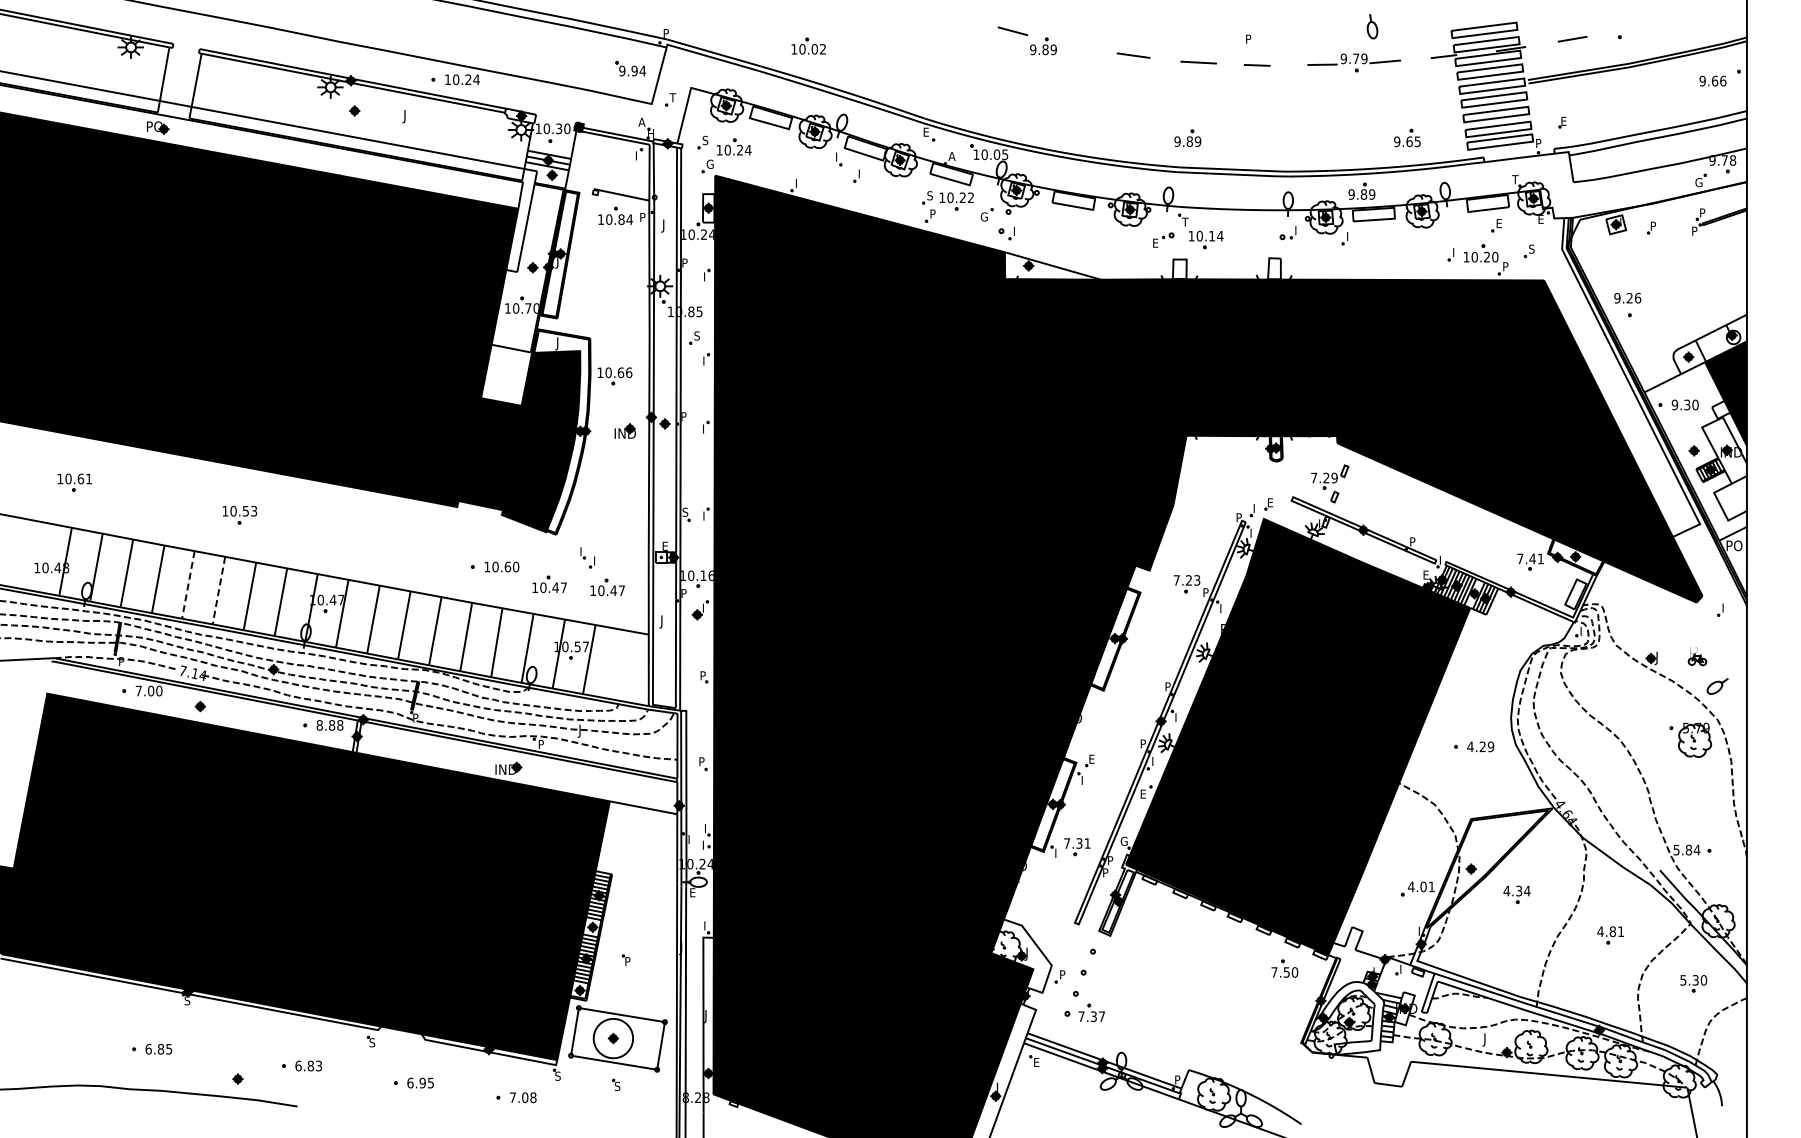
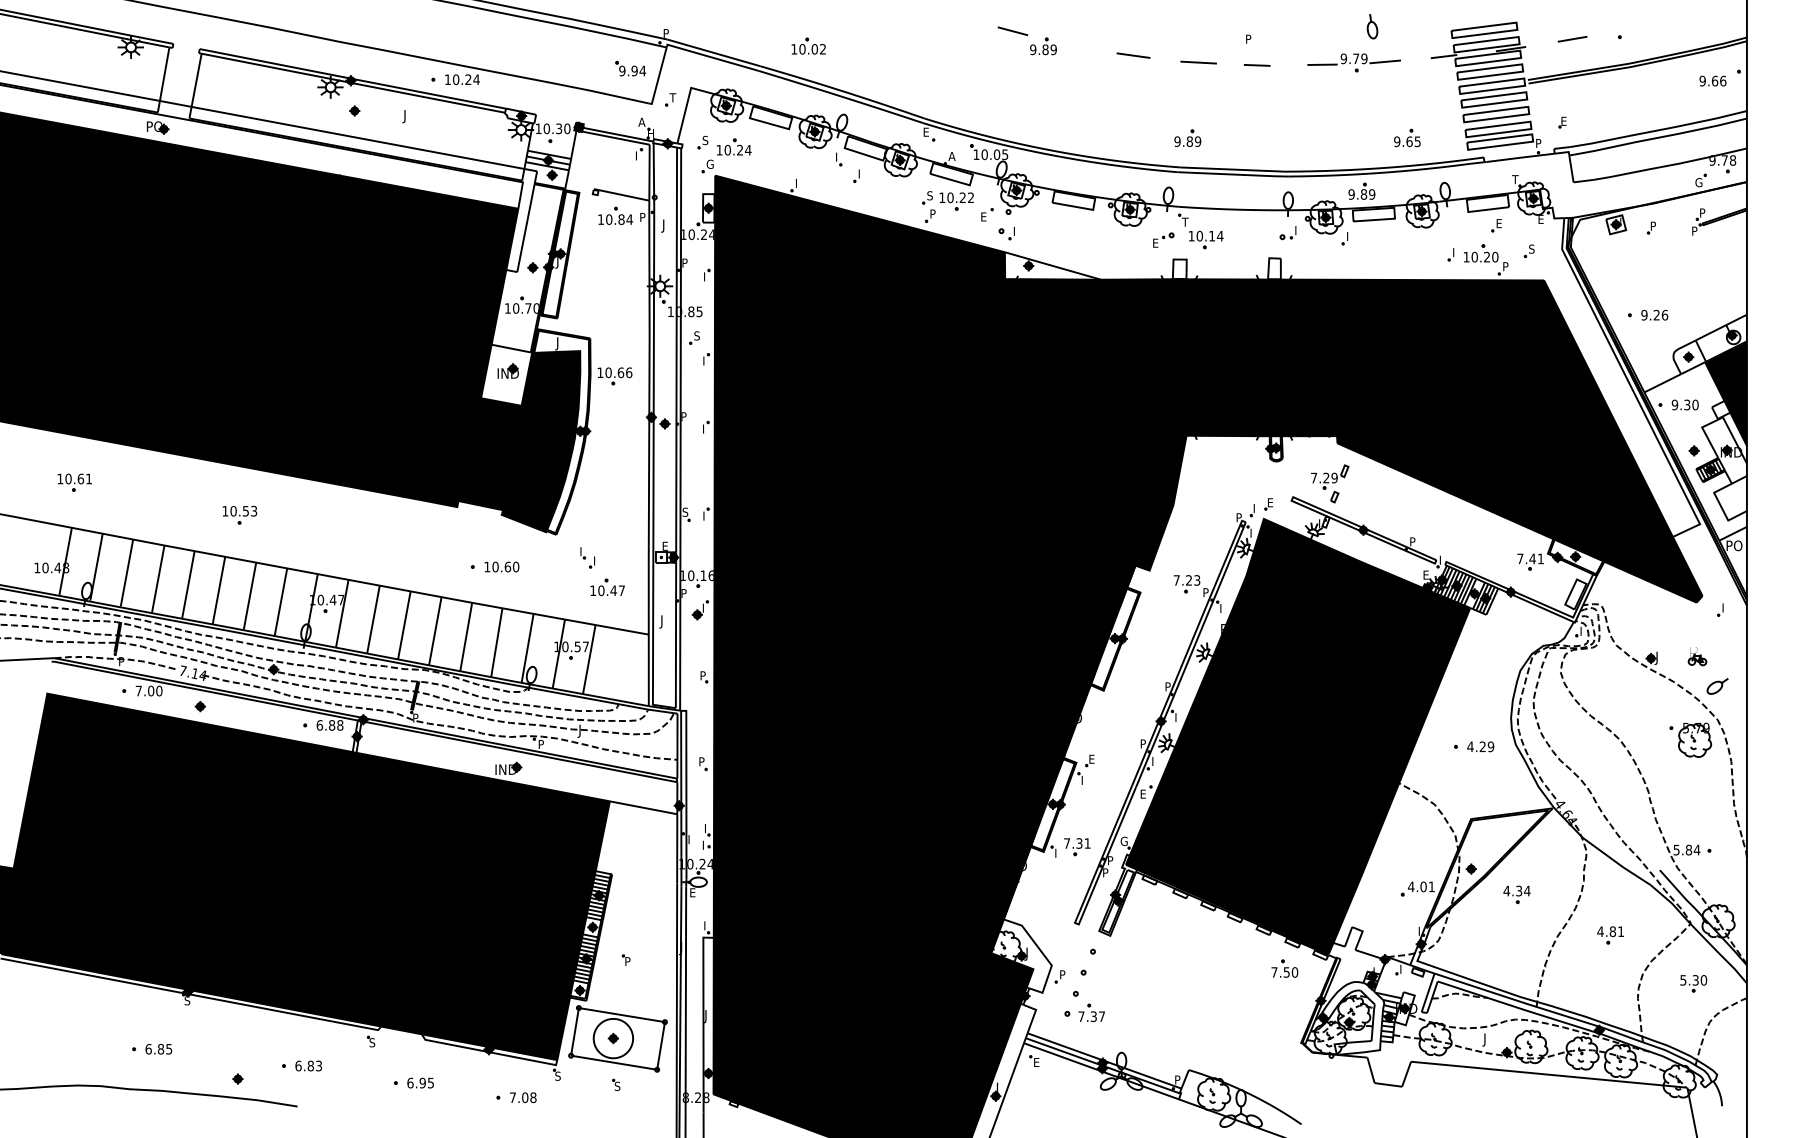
text at (983, 216): G -> E
text at (1627, 297) position: (1627, 297) -> (1654, 314)
part at (624, 430) position: (624, 430) -> (507, 370)
part at (549, 584): present -> none
line at (188, 585): dashed -> solid
line at (218, 590): dashed -> solid
text at (319, 725): 8.88 -> 6.88
